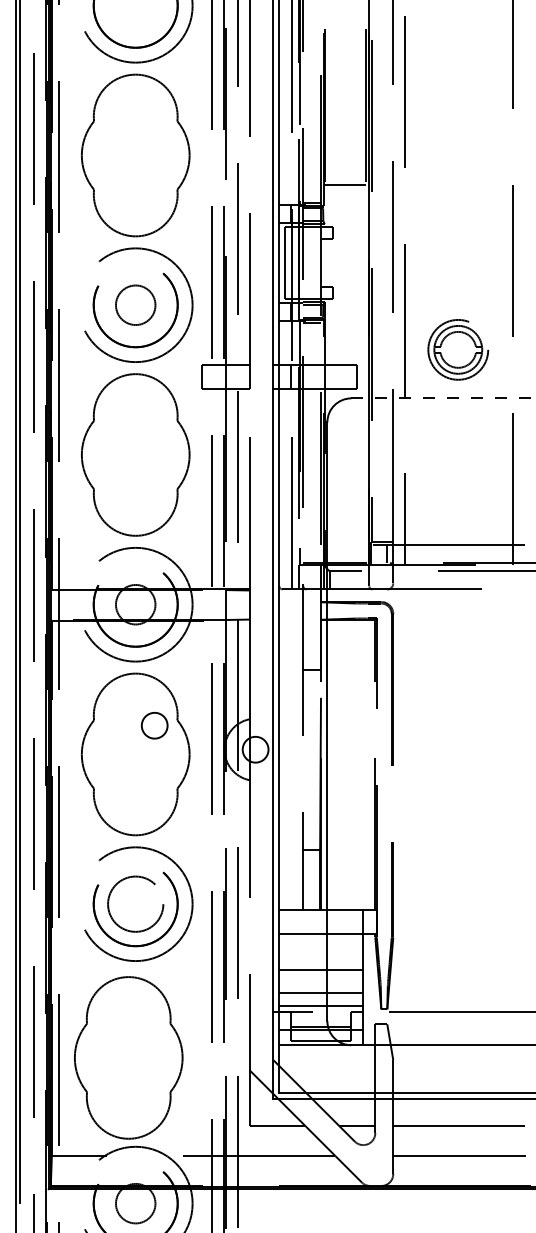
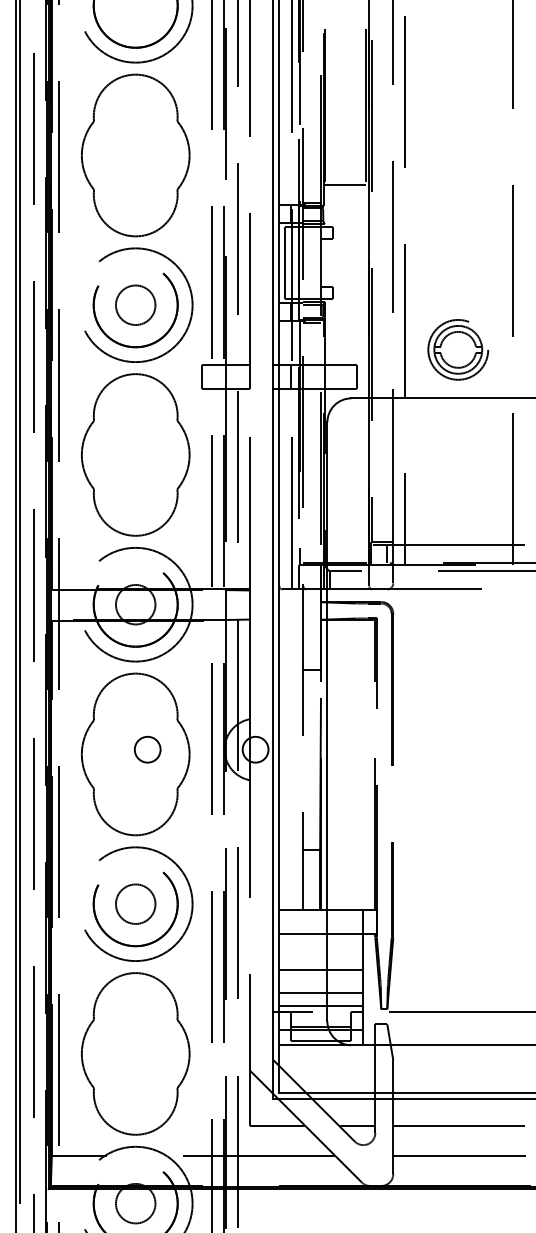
line at (443, 398): dashed -> solid
circle at (154, 725) position: (154, 725) -> (147, 749)
circle at (135, 903) diameter: 55 px -> 40 px
part at (128, 1057) position: (128, 1057) -> (135, 1053)
